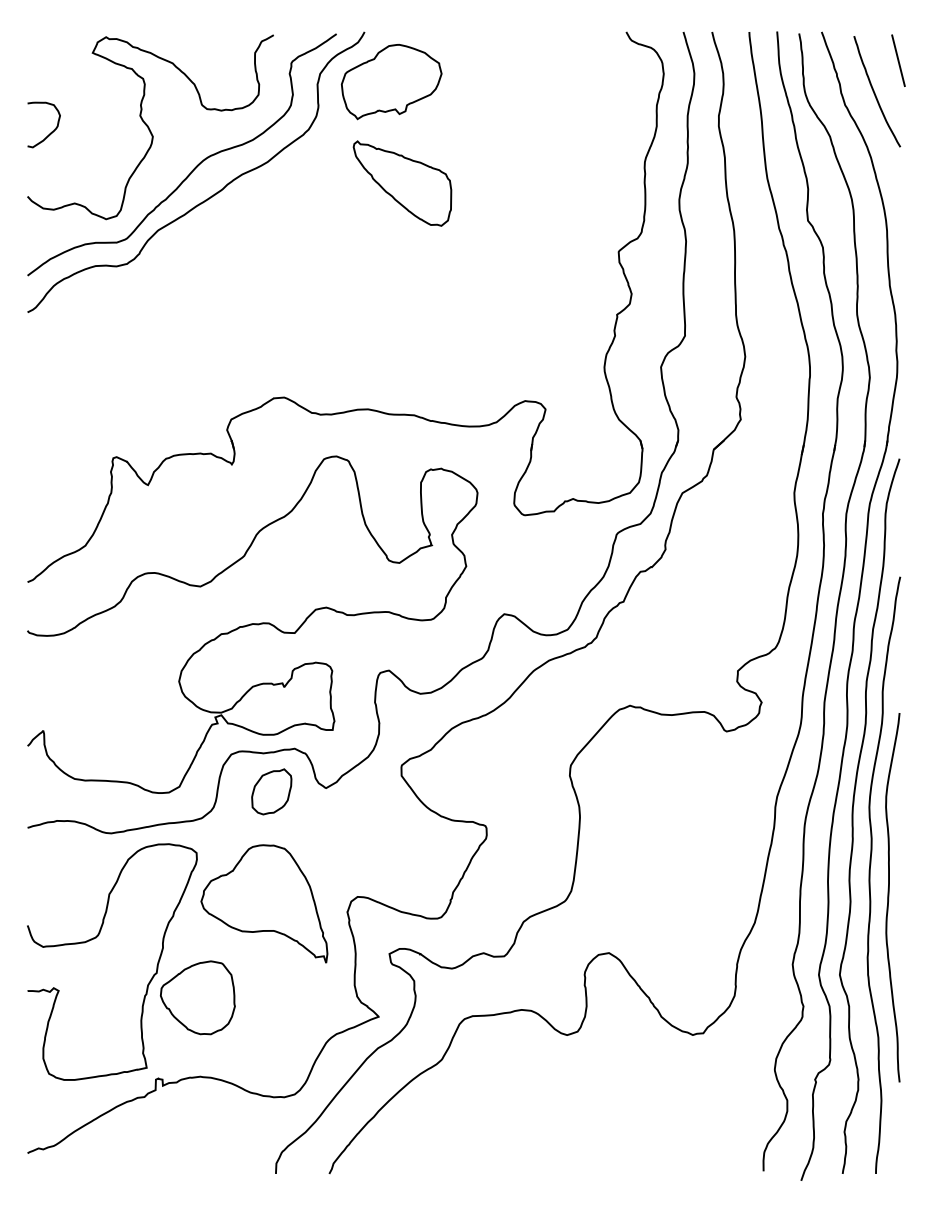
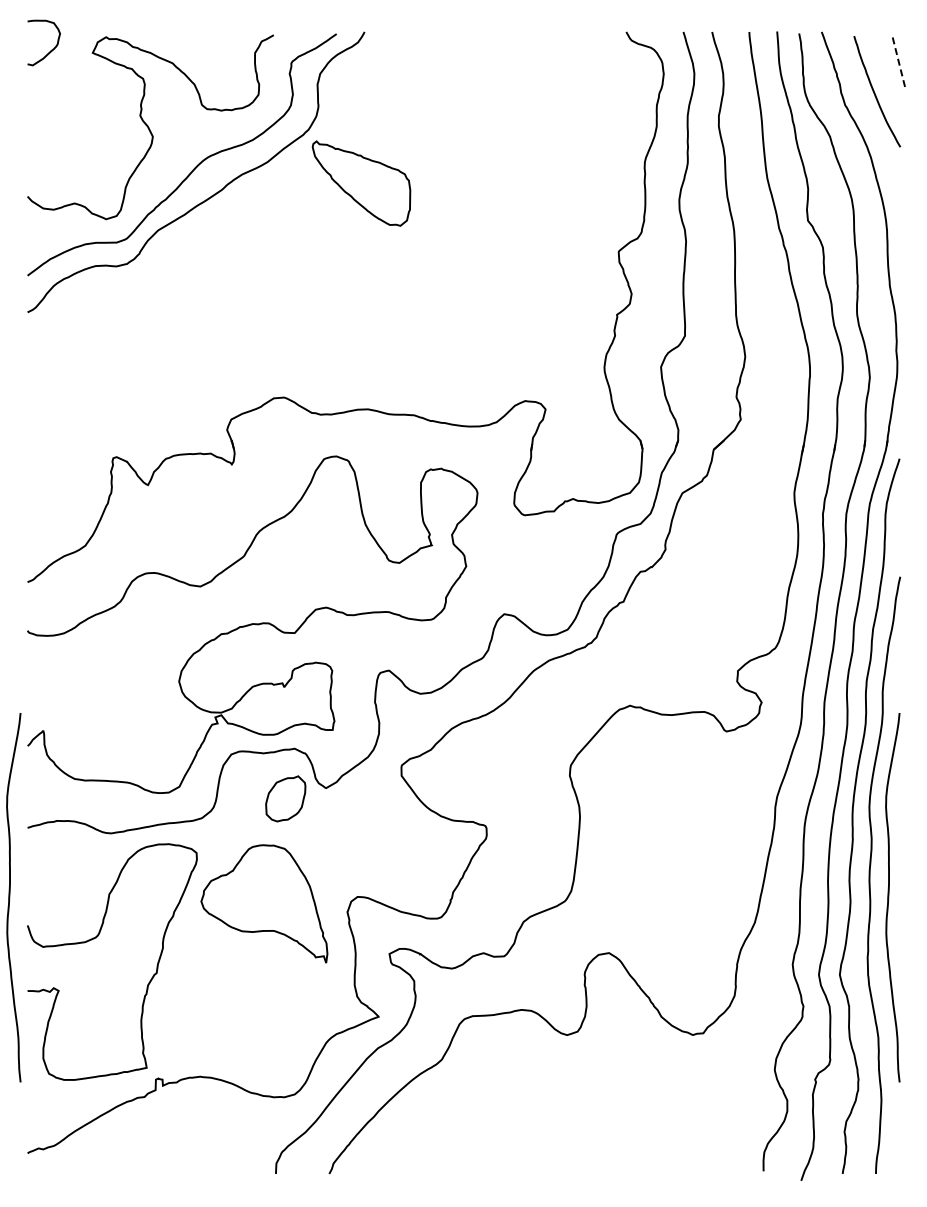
line at (898, 60): solid -> dashed
part at (391, 82): present -> none
curve at (51, 131) position: (51, 131) -> (51, 49)
part at (402, 183) position: (402, 183) -> (361, 183)
part at (271, 791) position: (271, 791) -> (285, 798)
curve at (10, 897): none -> present
part at (197, 997): present -> none
